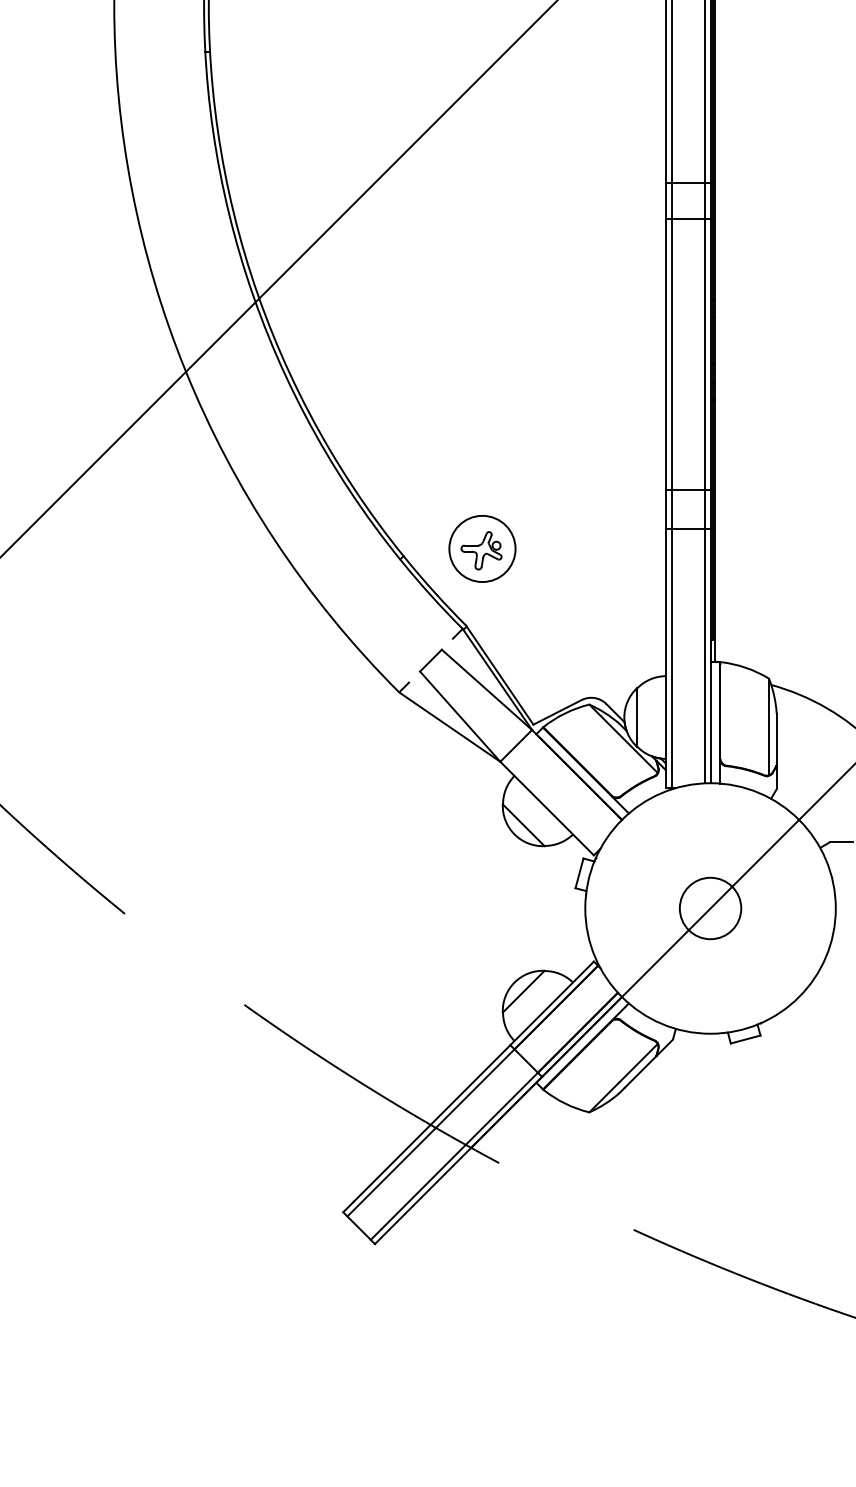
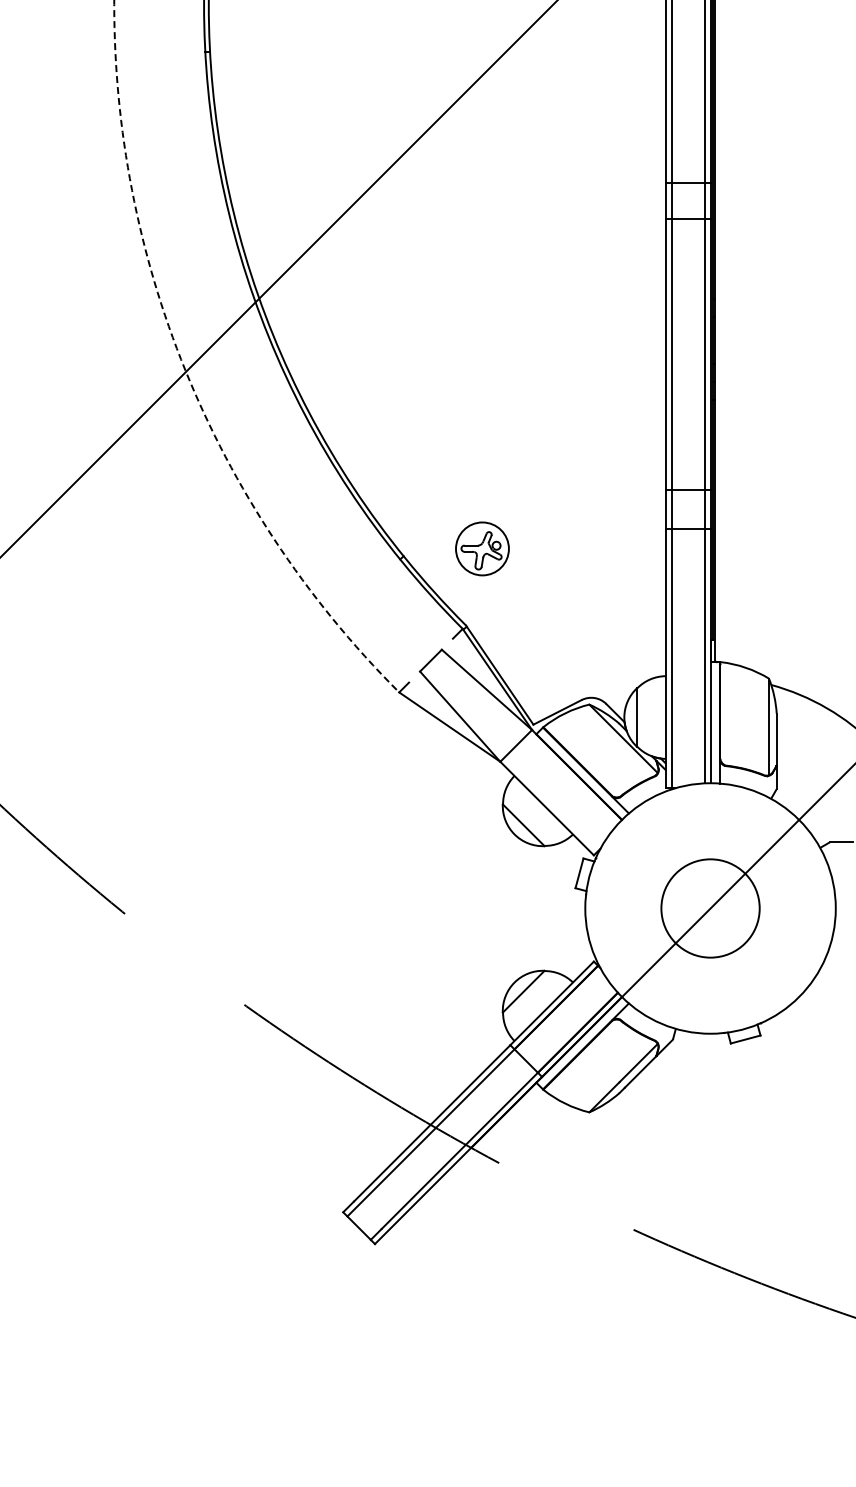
arc at (186, 373): solid -> dashed
circle at (482, 548) diameter: 66 px -> 53 px
circle at (710, 908) diameter: 61 px -> 98 px
